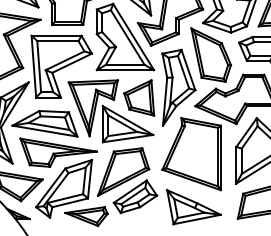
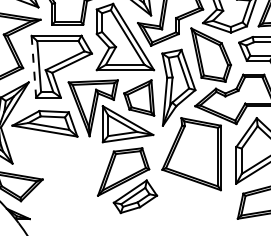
line at (33, 66): solid -> dashed
part at (63, 182): present -> none
part at (193, 207): present -> none
